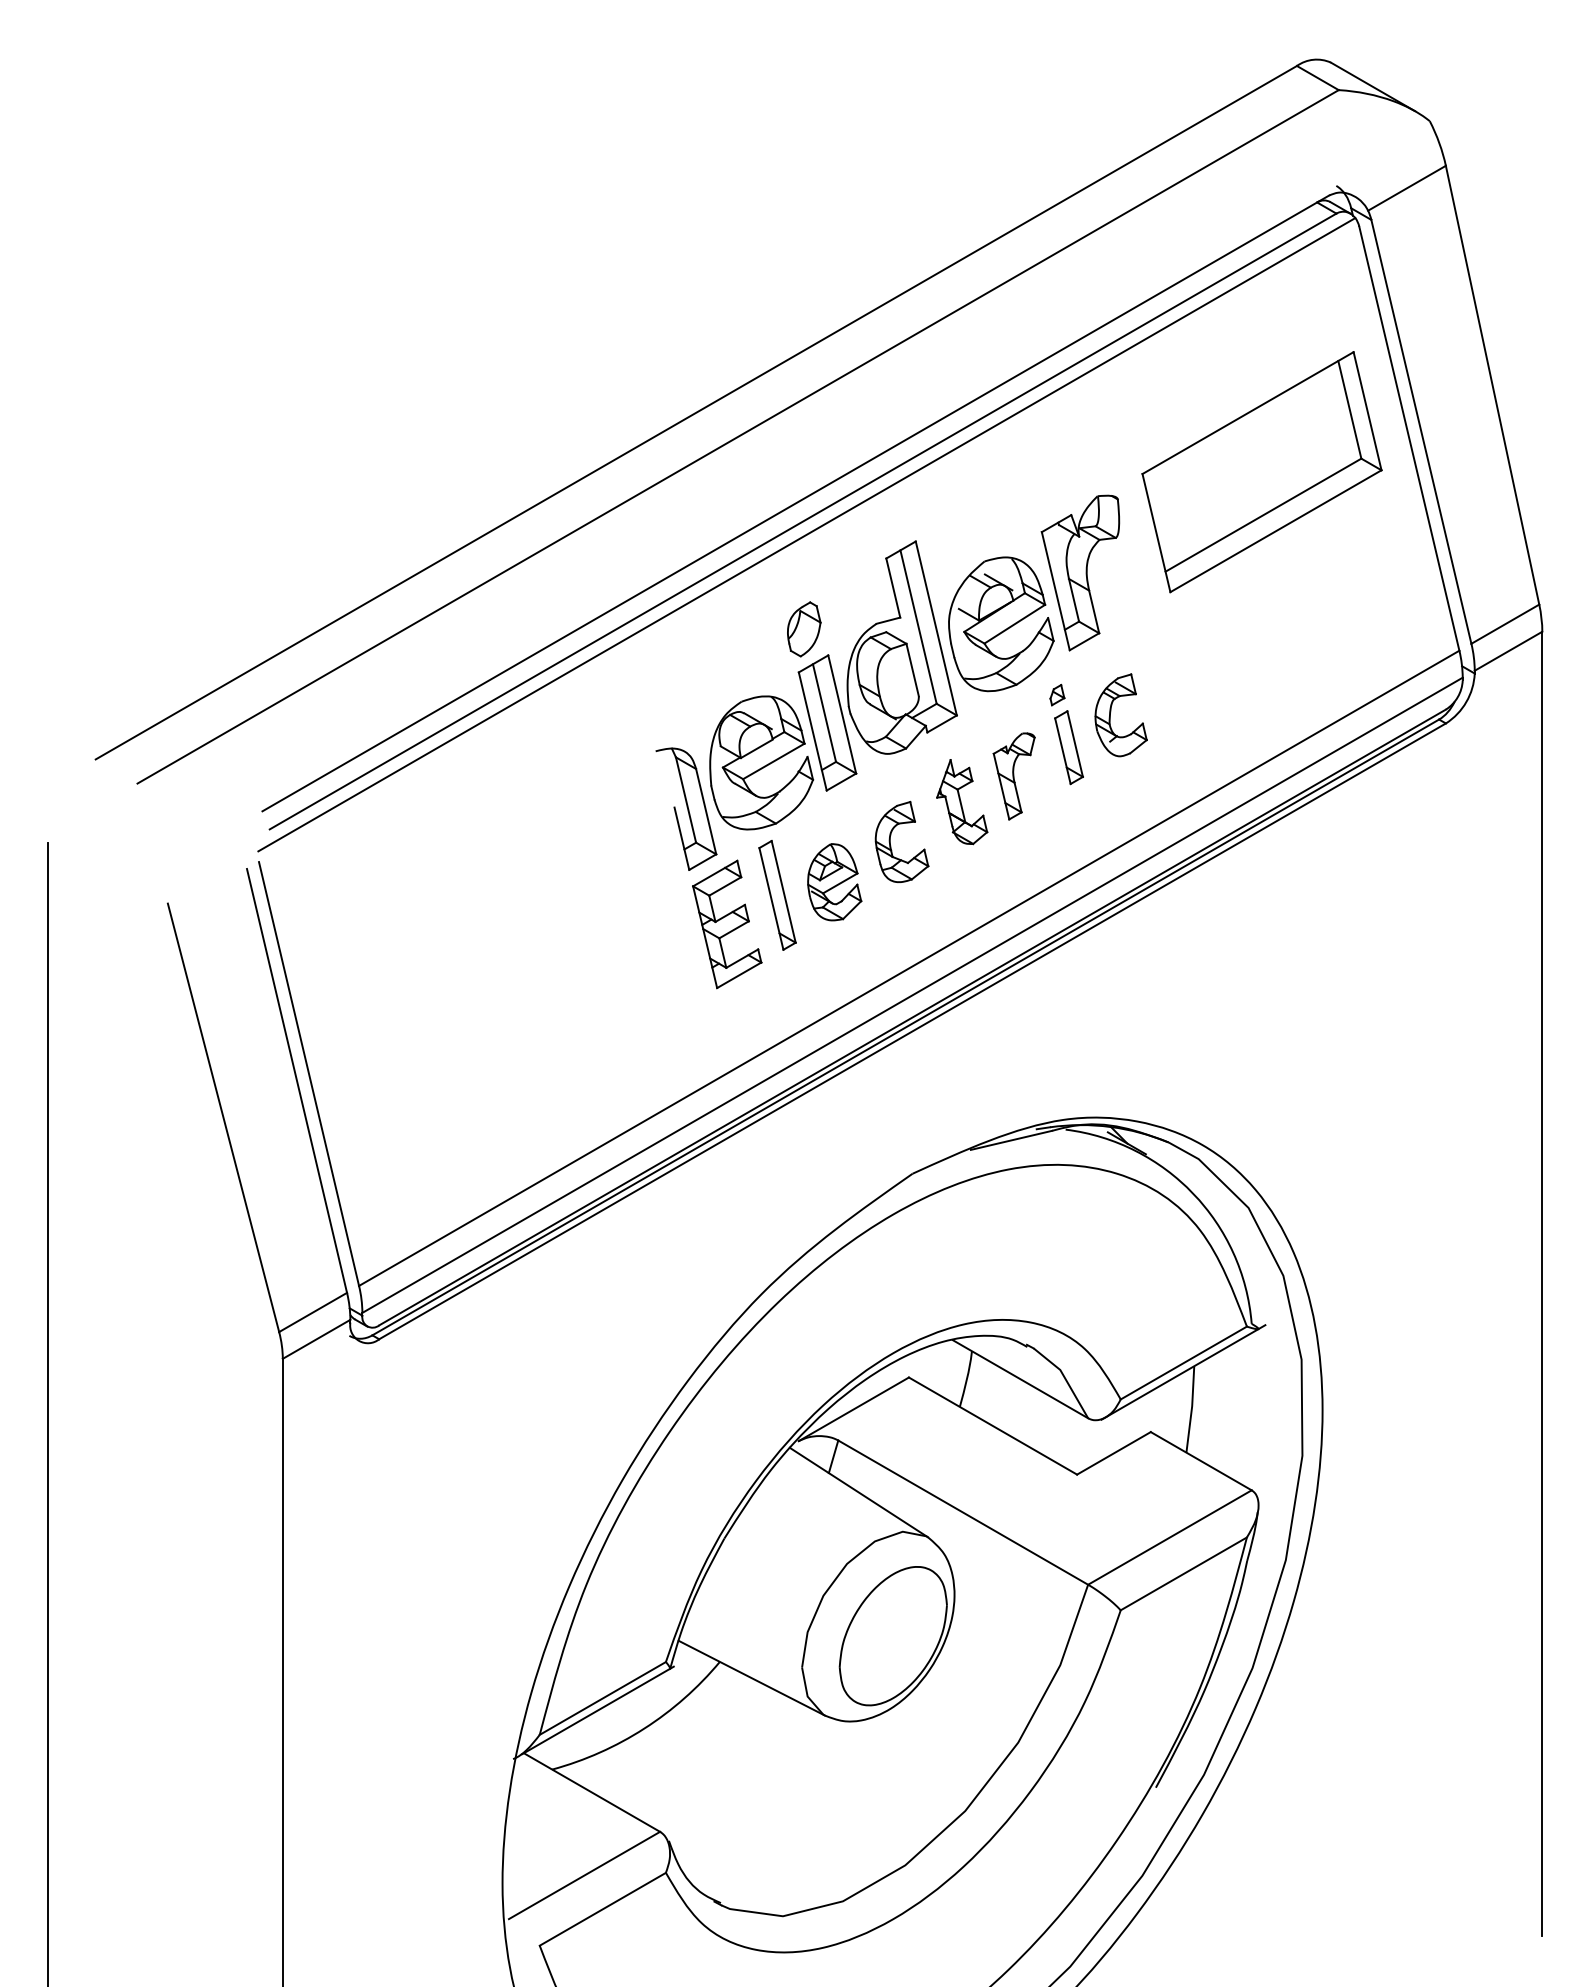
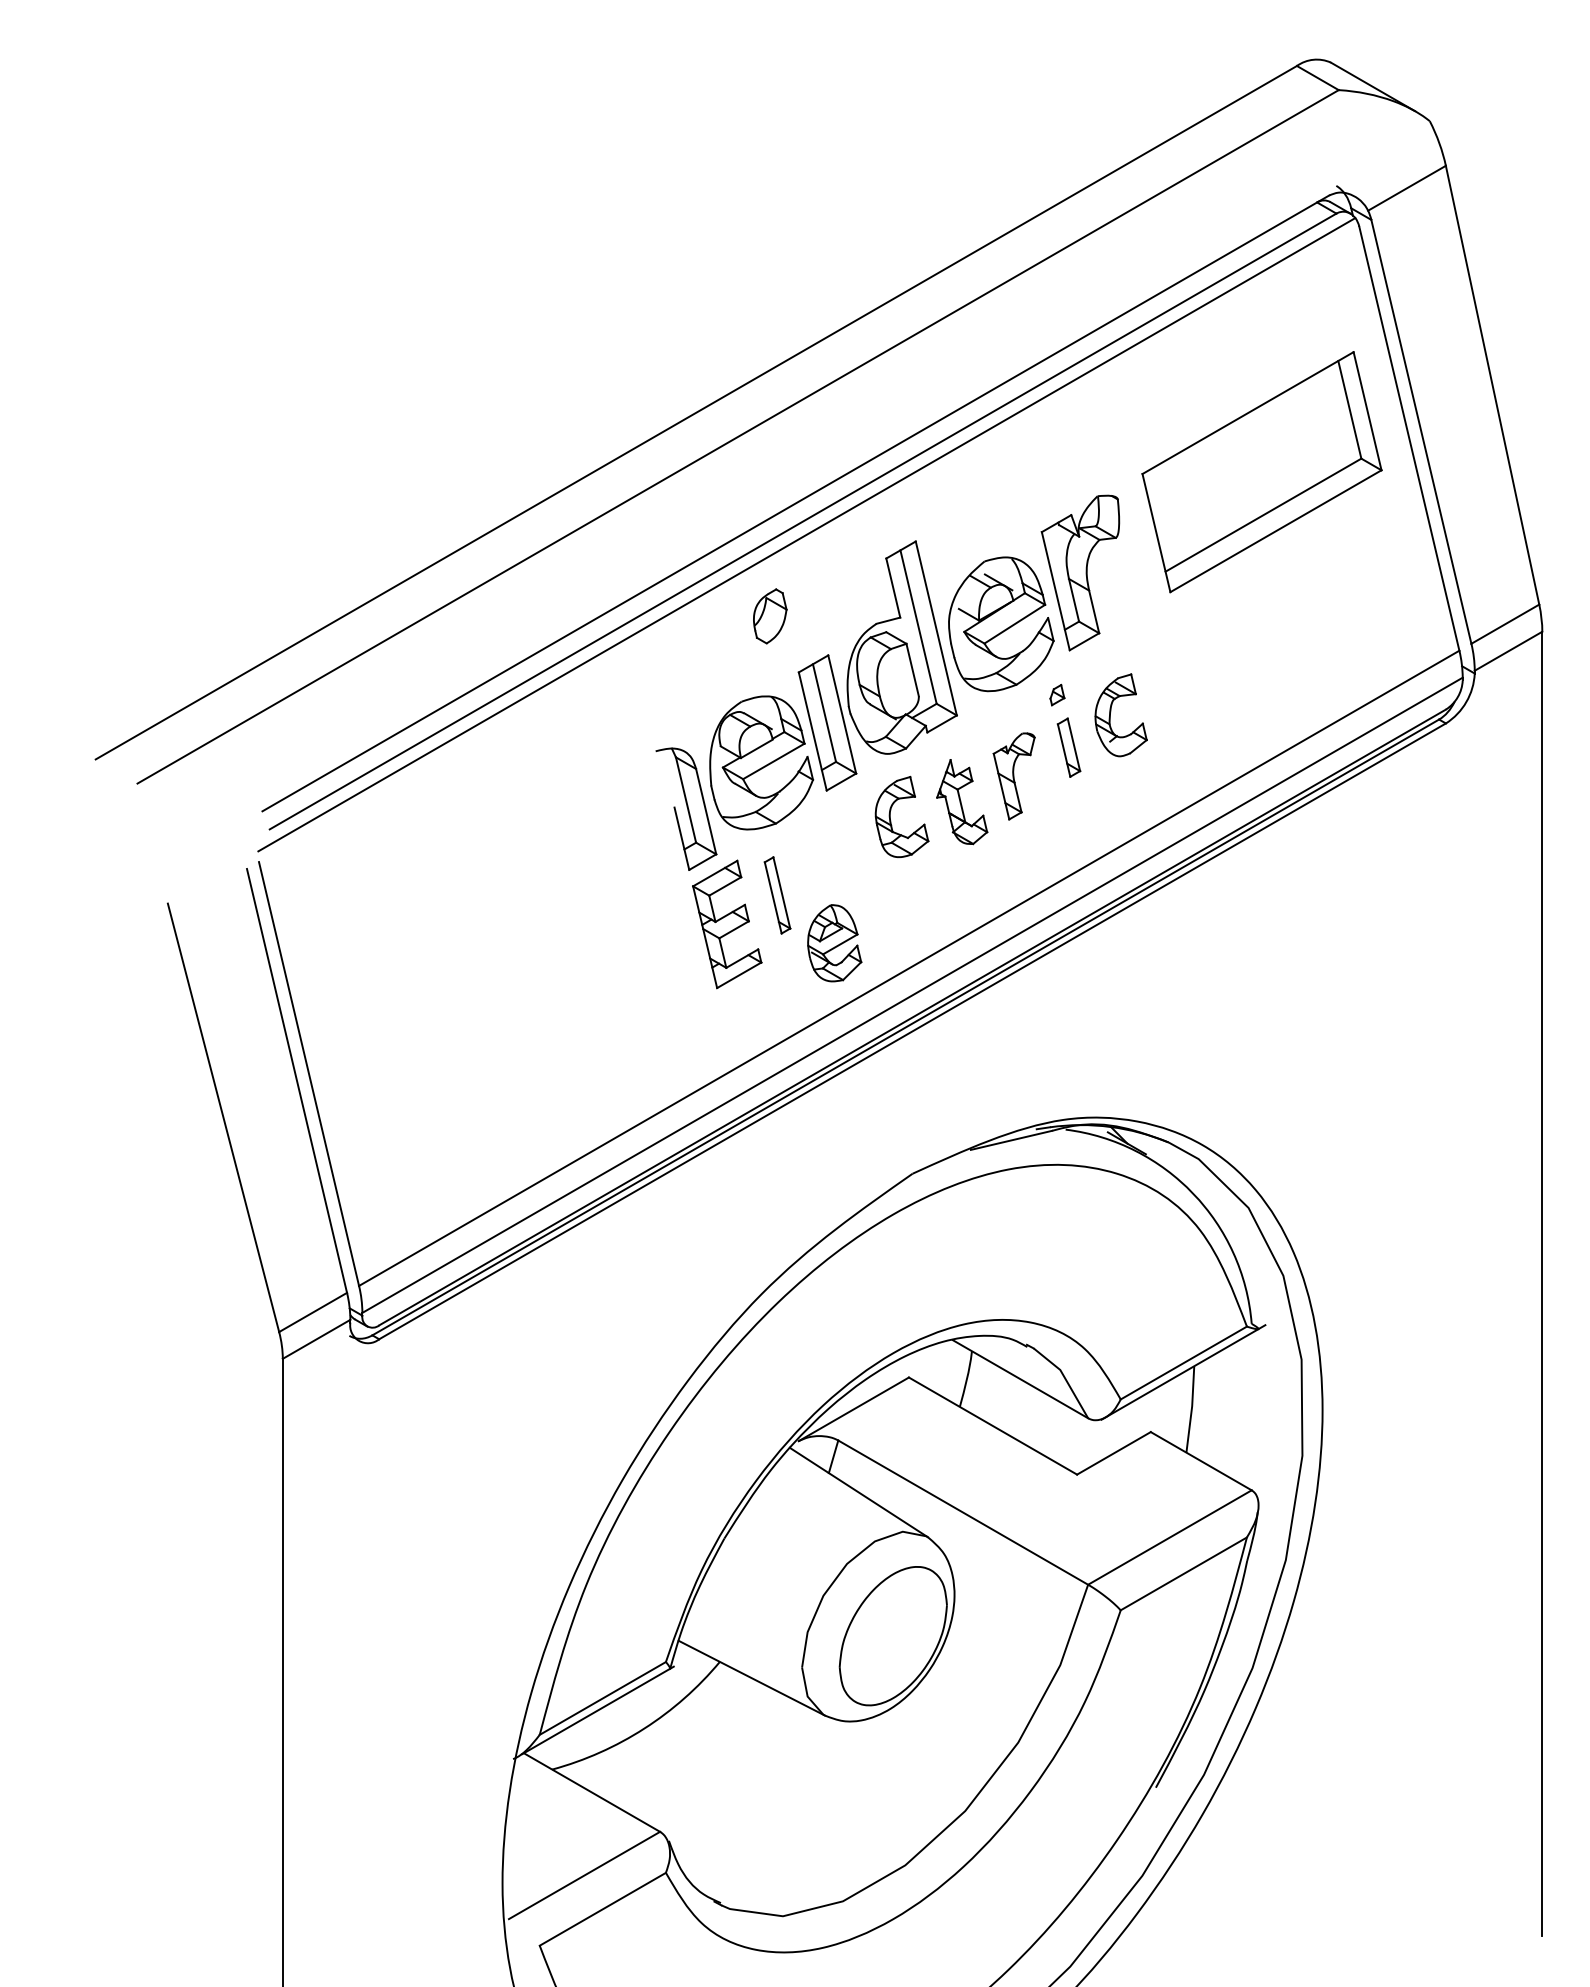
part at (804, 629) position: (804, 629) -> (770, 616)
part at (1068, 747) size: 30x76 px -> 26x61 px
part at (891, 845) position: (891, 845) -> (891, 820)
part at (834, 882) position: (834, 882) -> (834, 943)
part at (777, 895) size: 39x111 px -> 29x79 px
line at (47, 1412): present -> none
